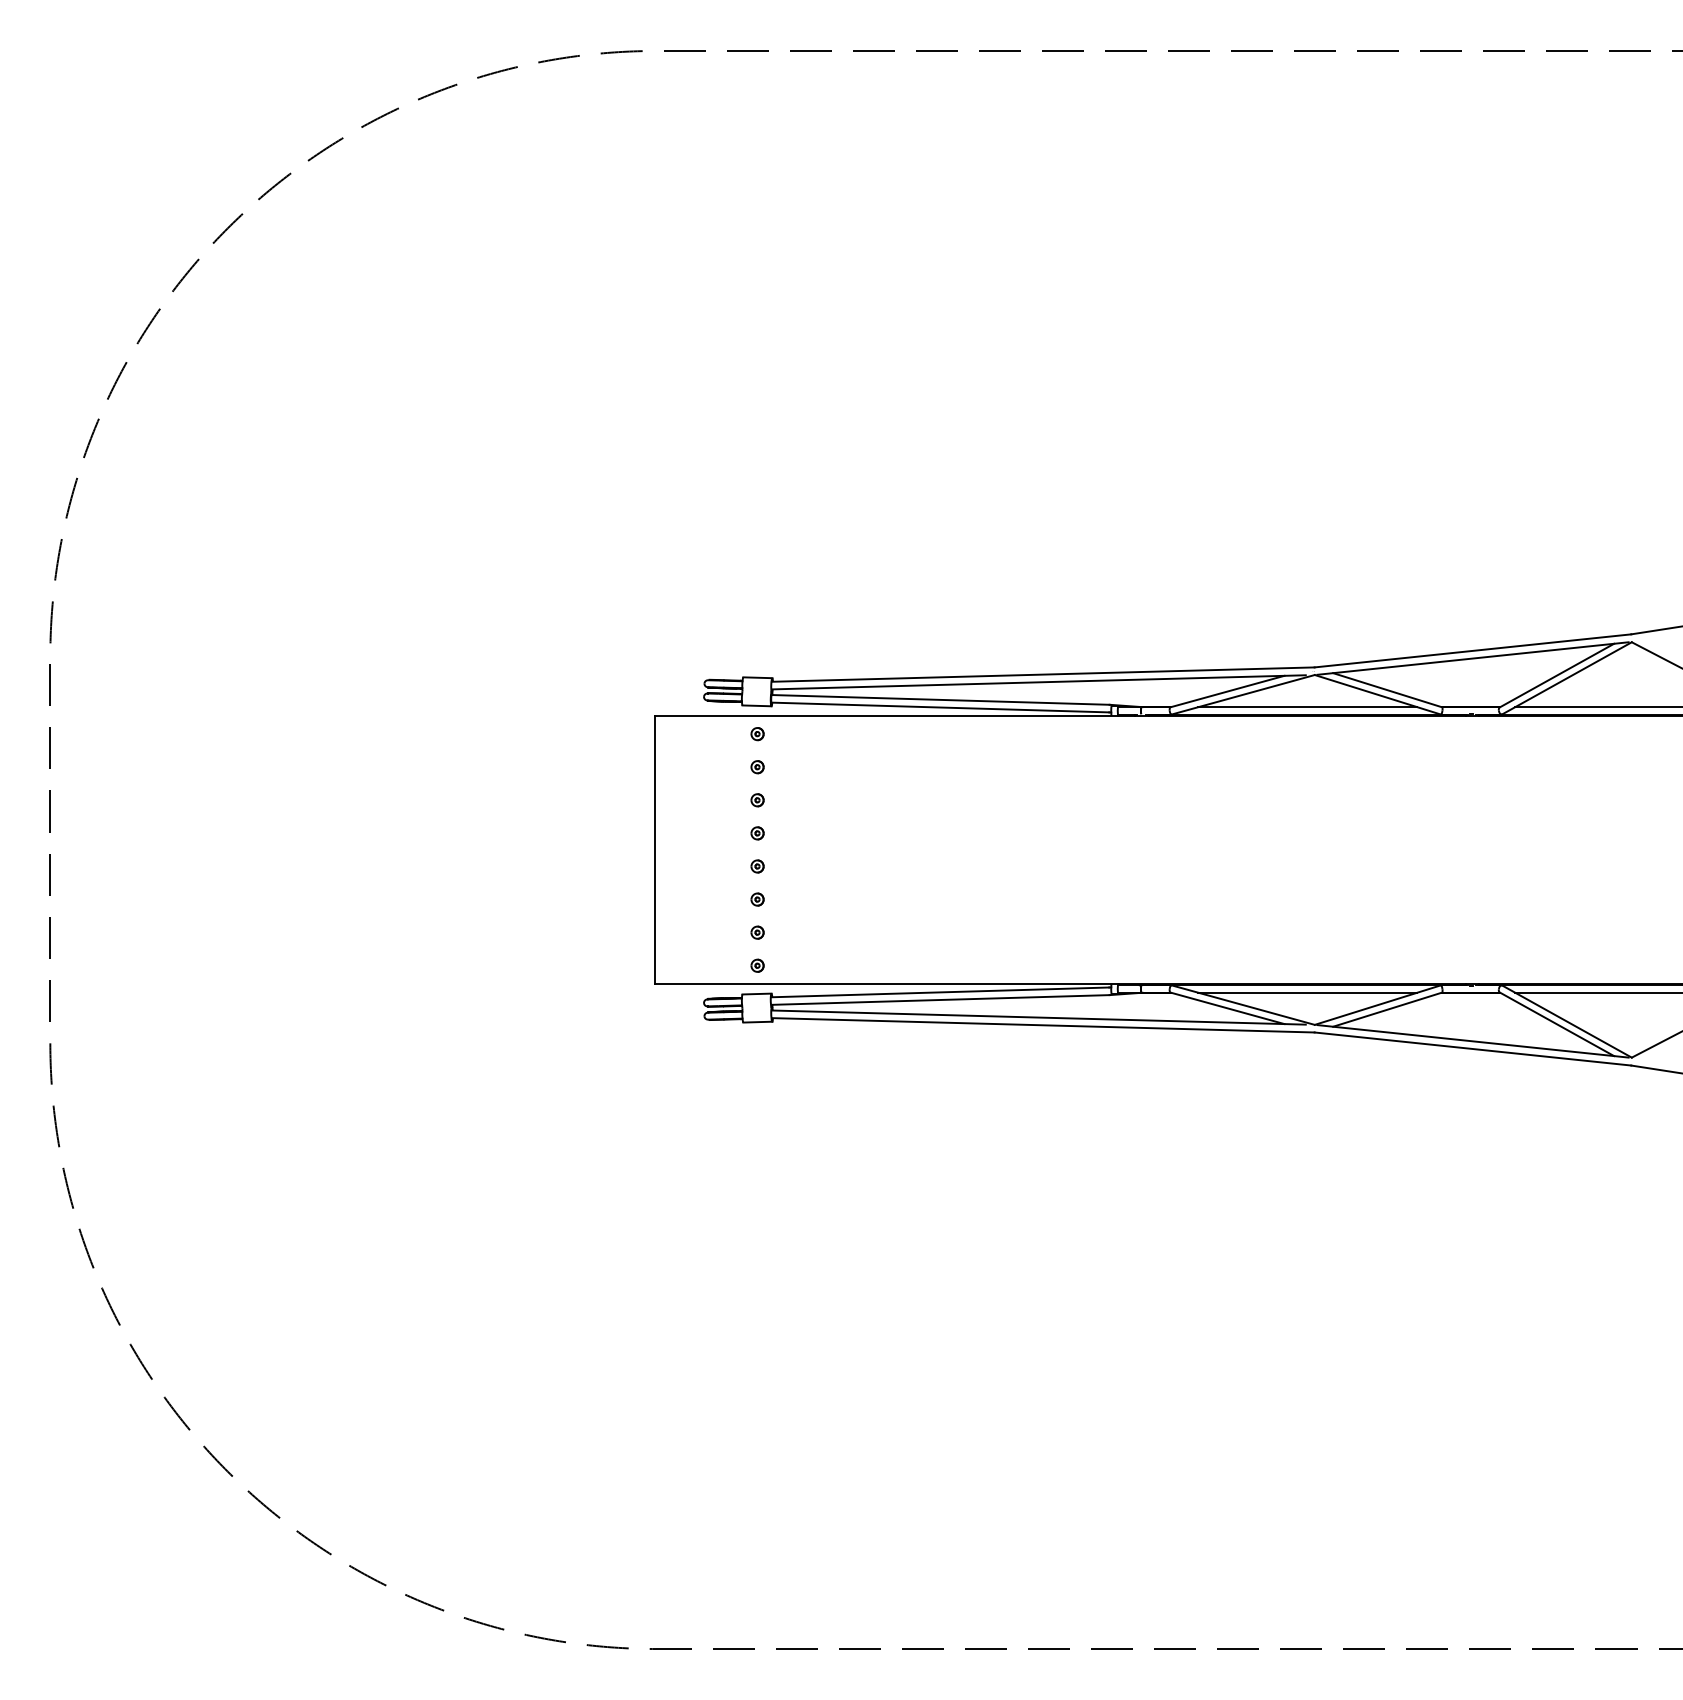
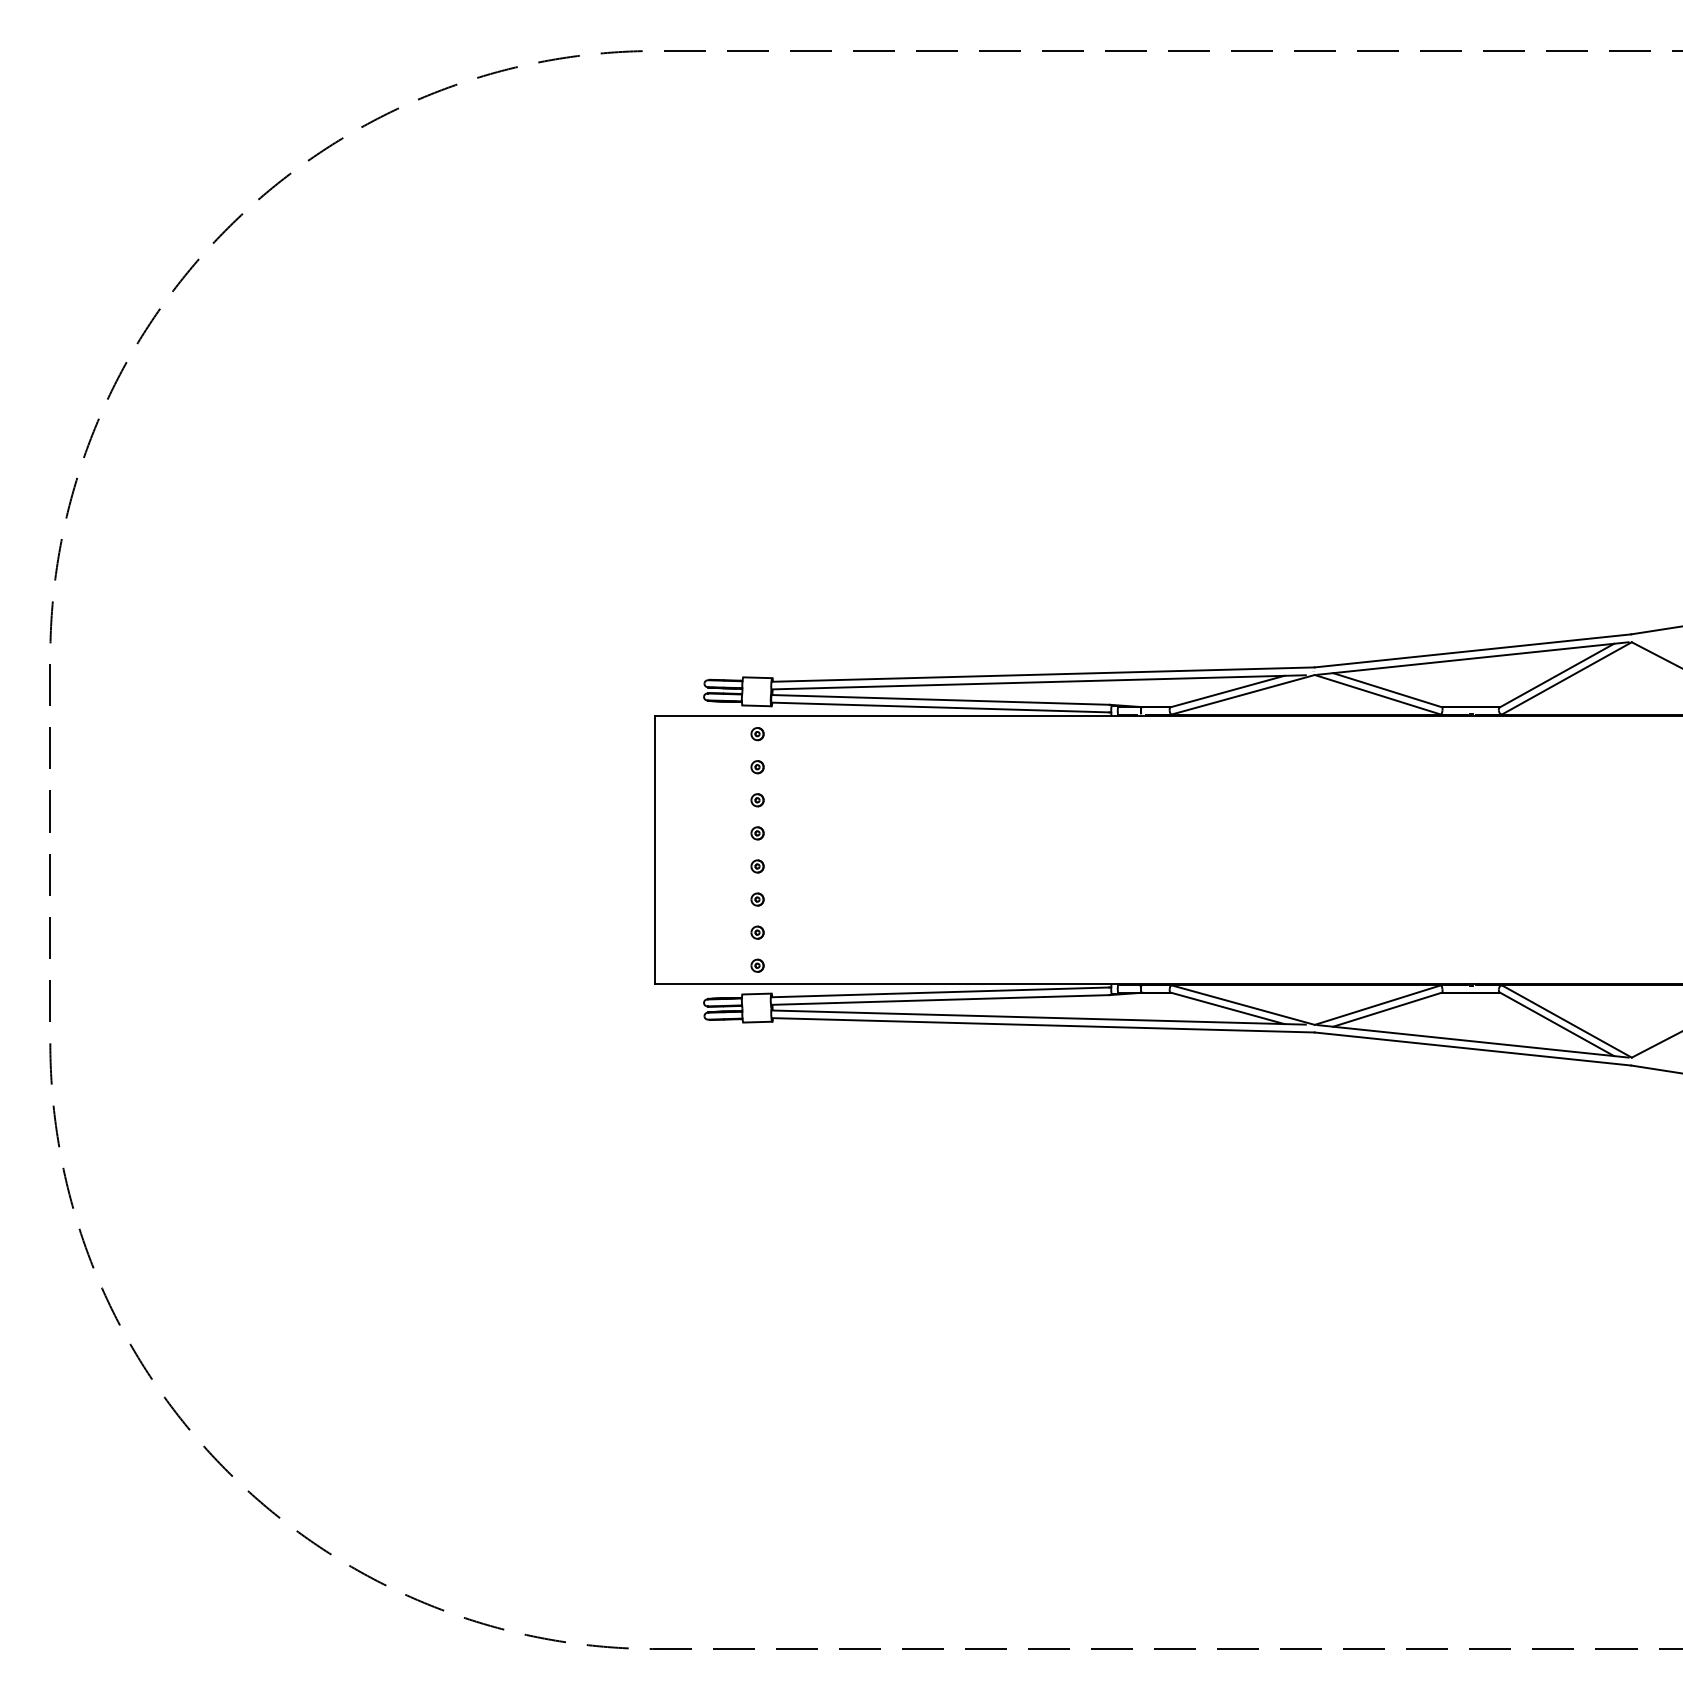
line at (1307, 707): present -> none
line at (1597, 707): present -> none
line at (1307, 992): present -> none
line at (1597, 992): present -> none
